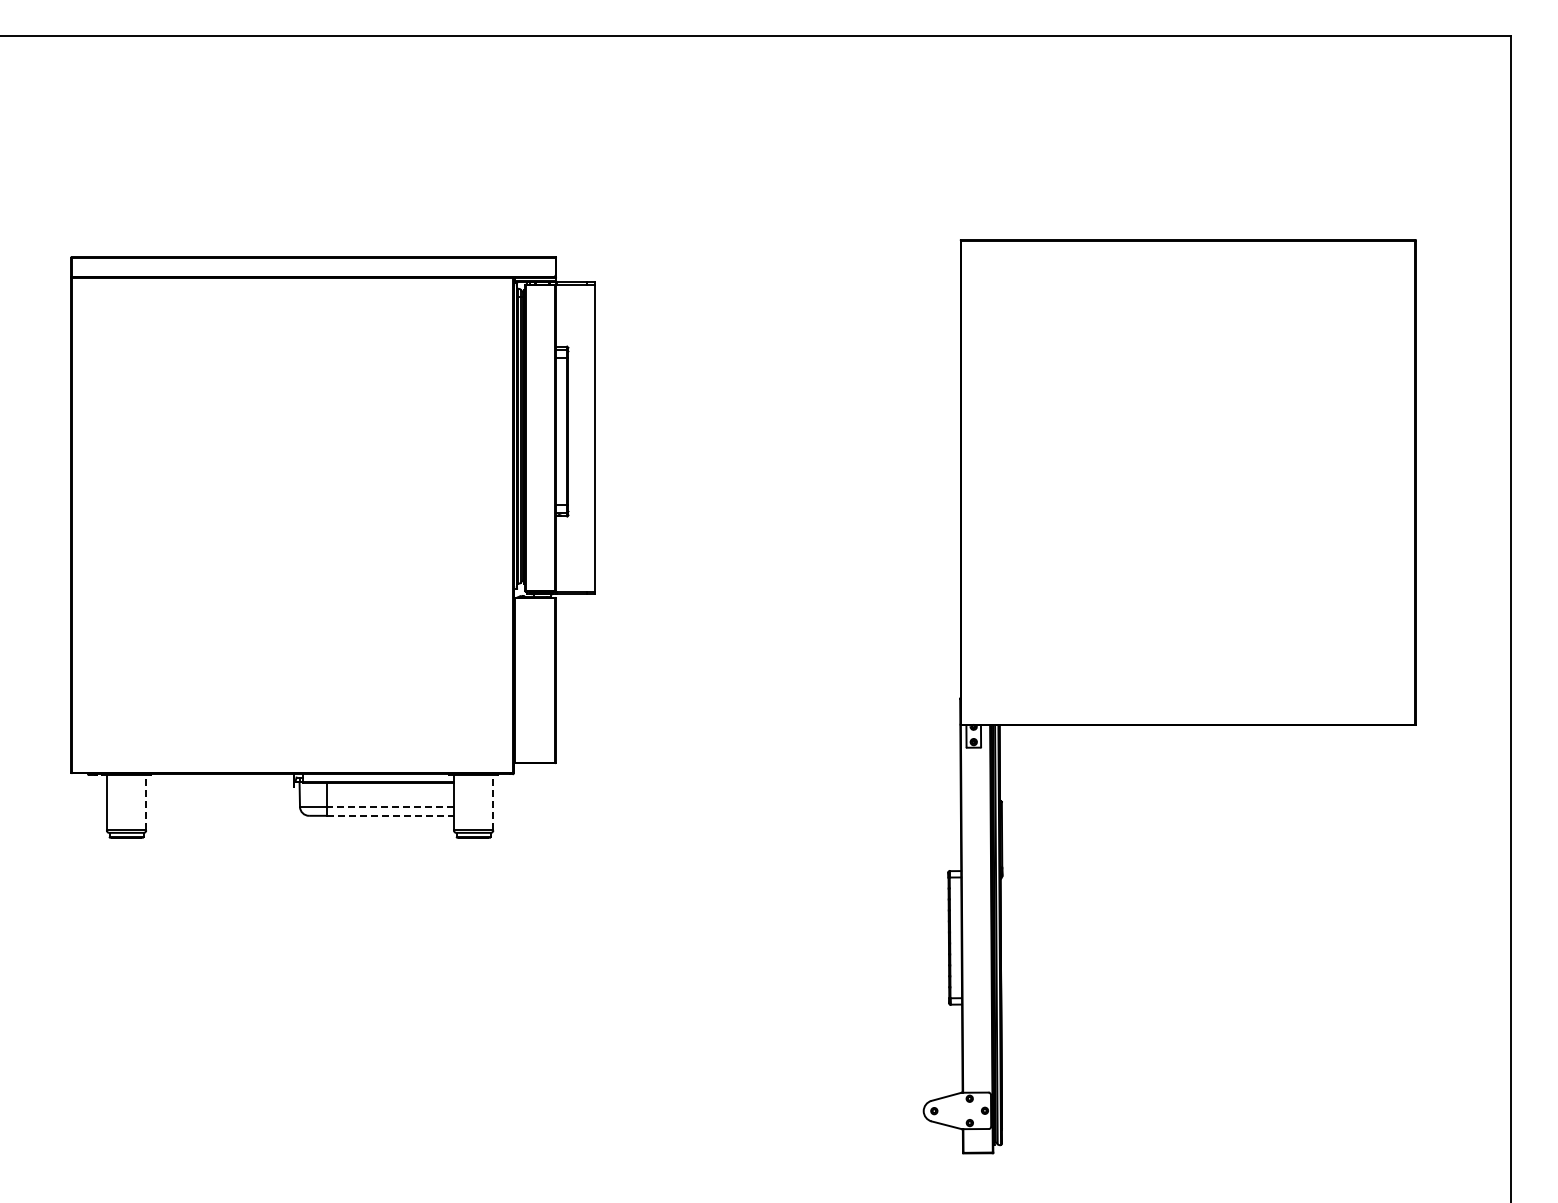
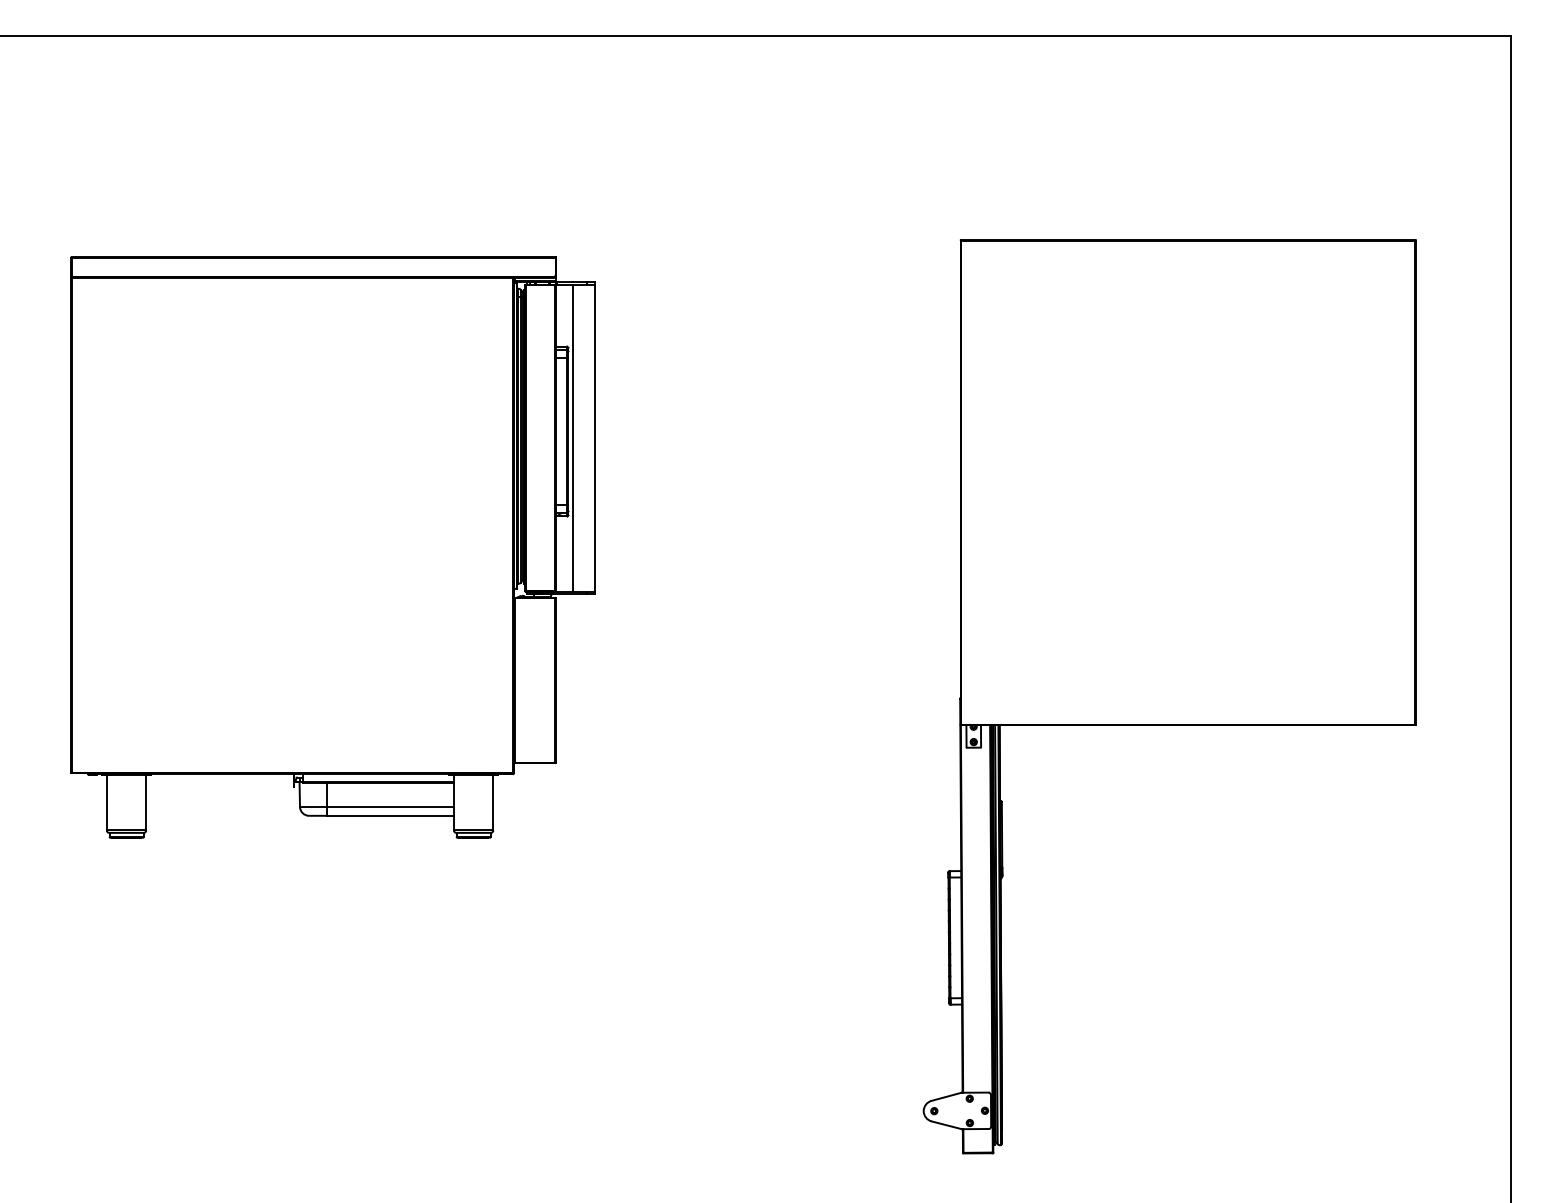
line at (573, 437): none -> present
line at (146, 802): dashed -> solid
line at (493, 802): dashed -> solid
line at (390, 806): dashed -> solid
line at (390, 815): dashed -> solid
